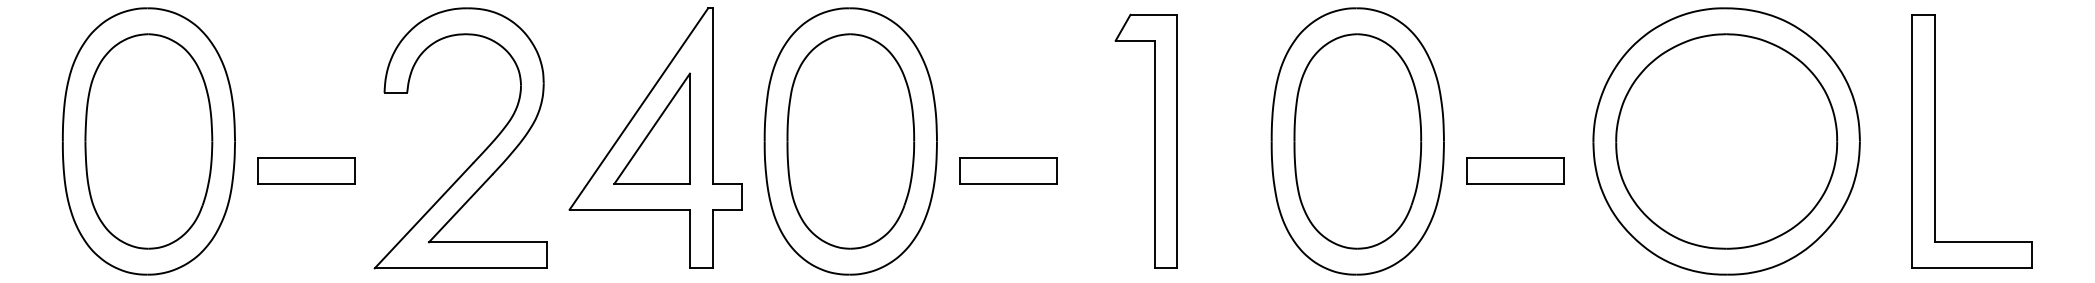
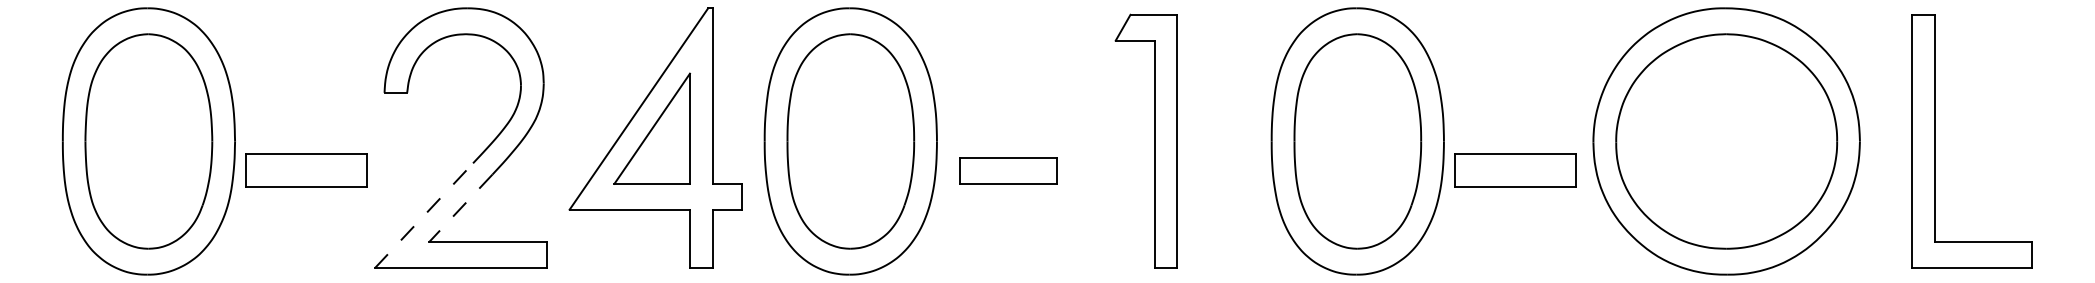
part at (306, 170) size: 99x28 px -> 123x35 px
part at (1515, 170) size: 99x28 px -> 123x35 px
line at (460, 208): solid -> dashed
line at (423, 215): solid -> dashed
